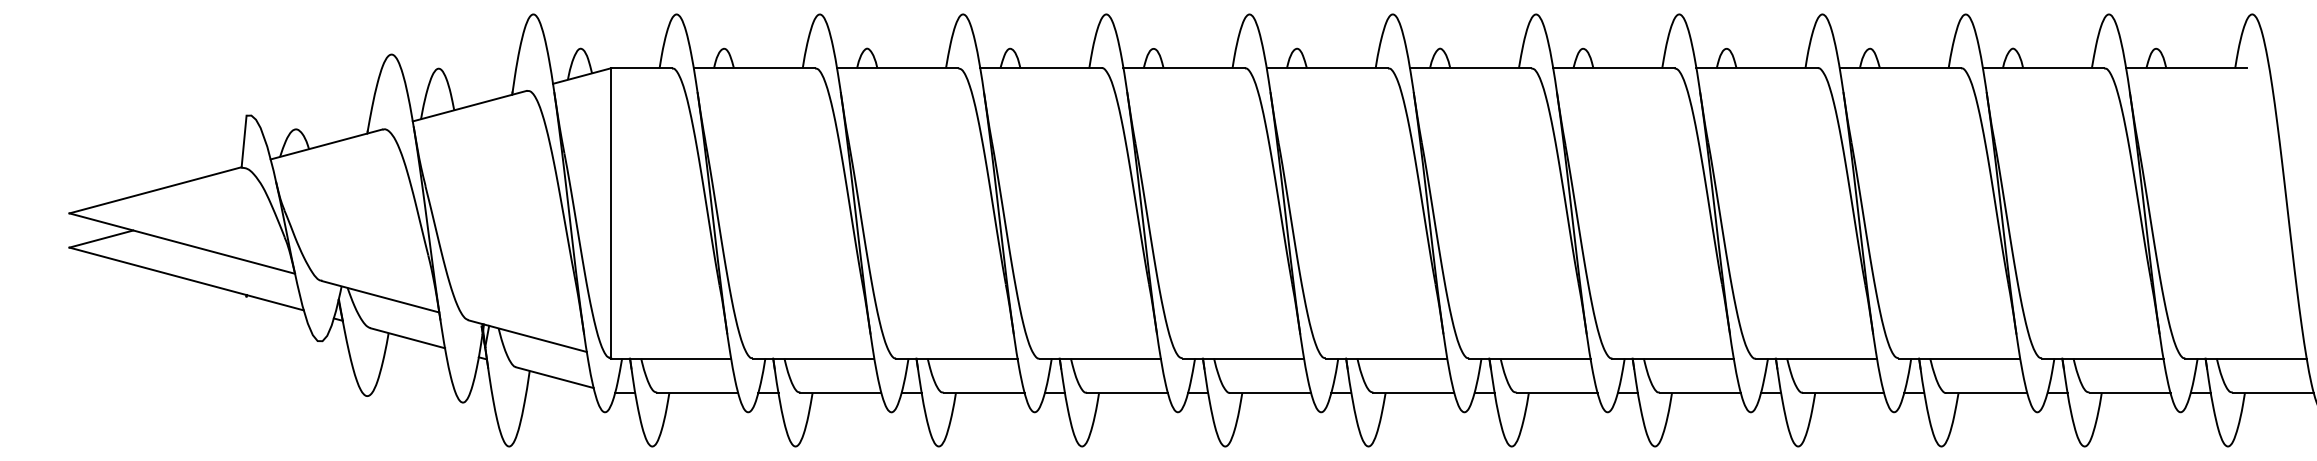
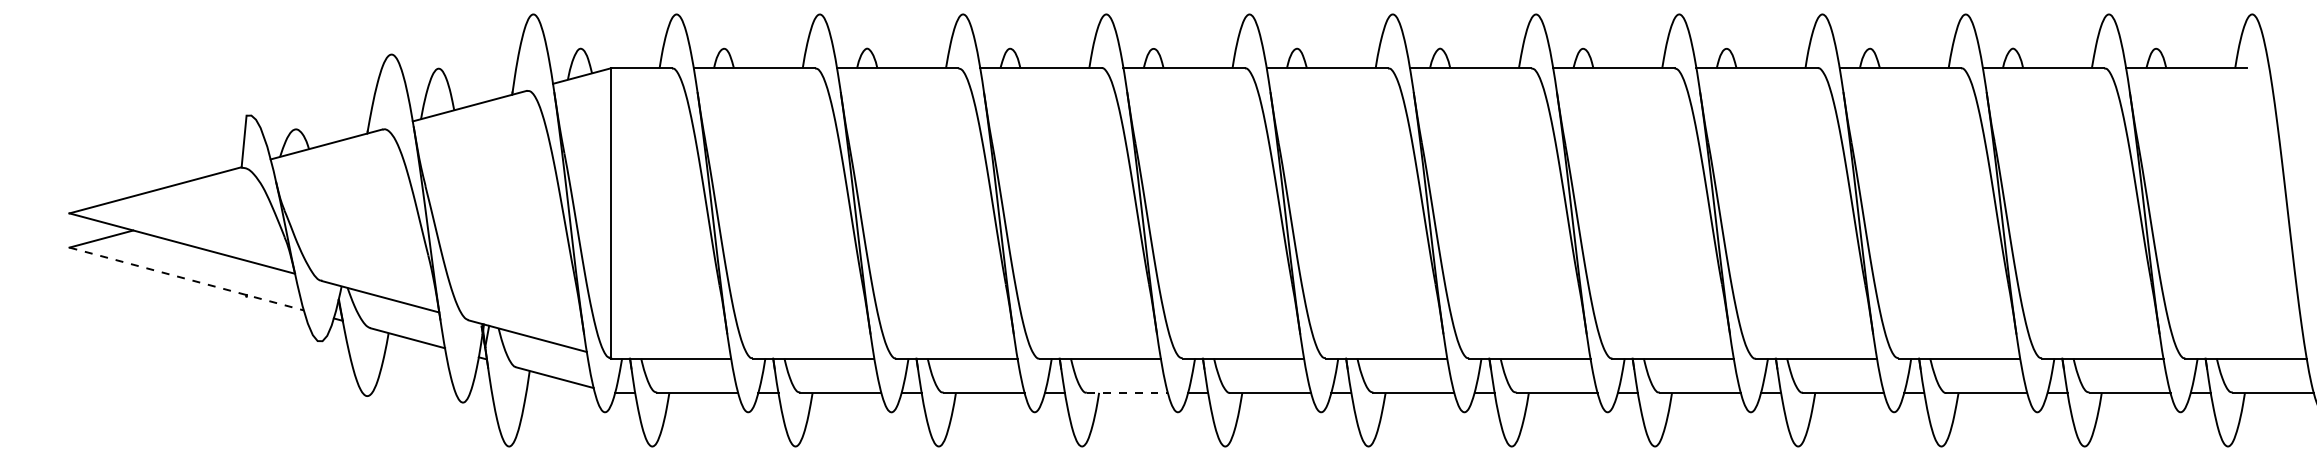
line at (187, 279): solid -> dashed
line at (1127, 392): solid -> dashed
